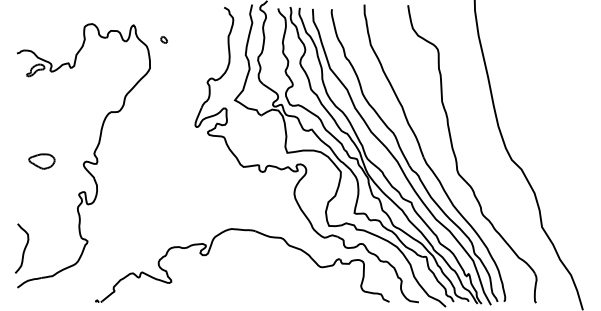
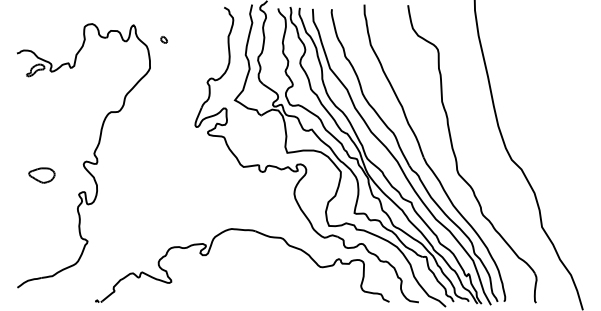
part at (41, 161) position: (41, 161) -> (41, 175)
curve at (23, 249): present -> none
